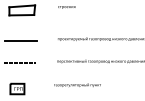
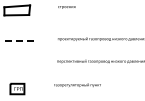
part at (22, 10) position: (22, 10) -> (17, 10)
line at (20, 41): solid -> dashed
line at (19, 63): present -> none
